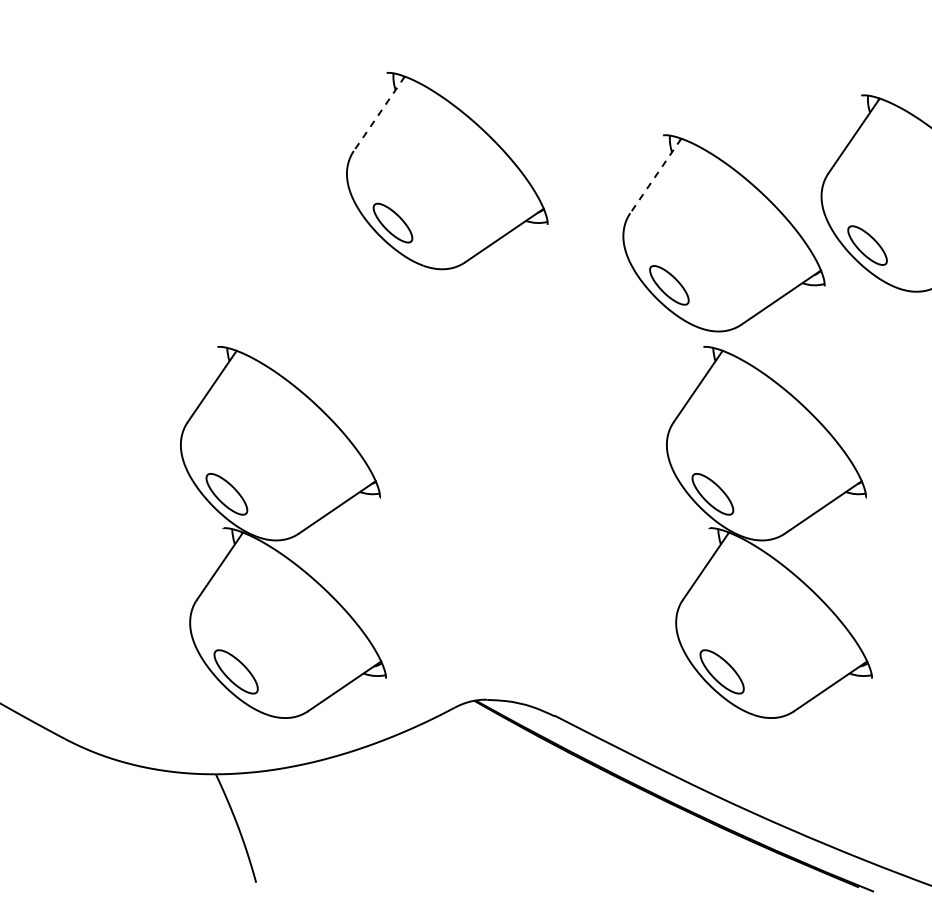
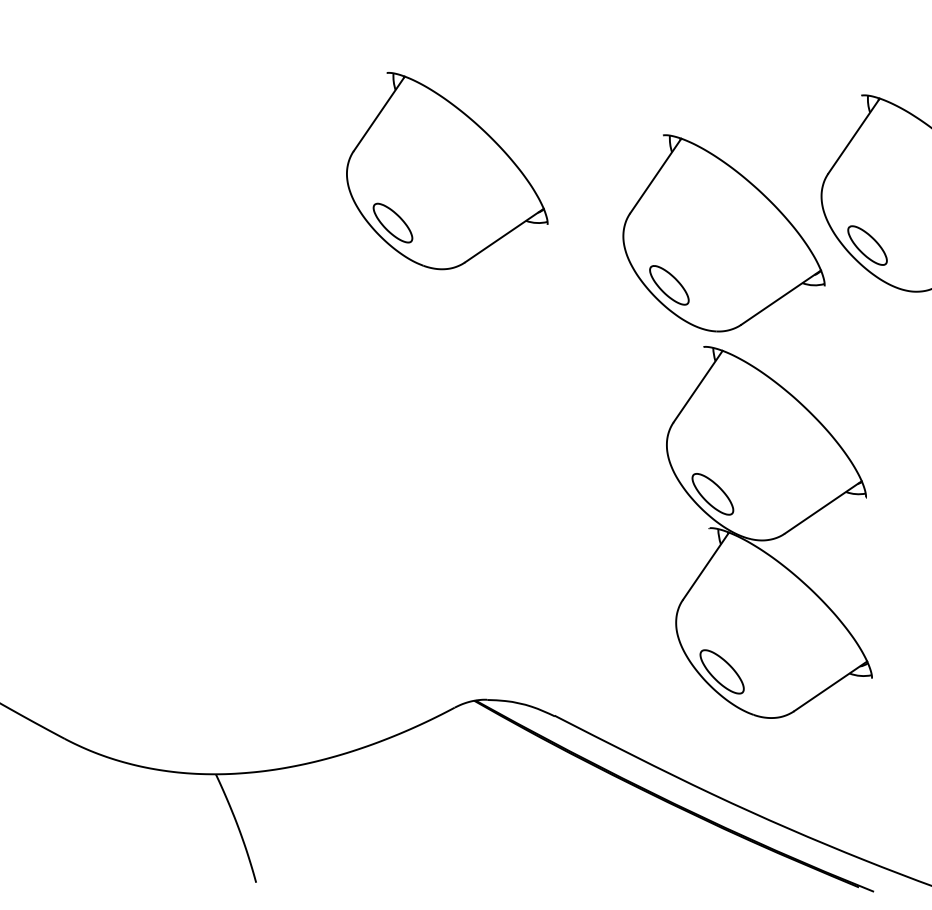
line at (379, 114): dashed -> solid
line at (655, 176): dashed -> solid
part at (283, 532): present -> none
